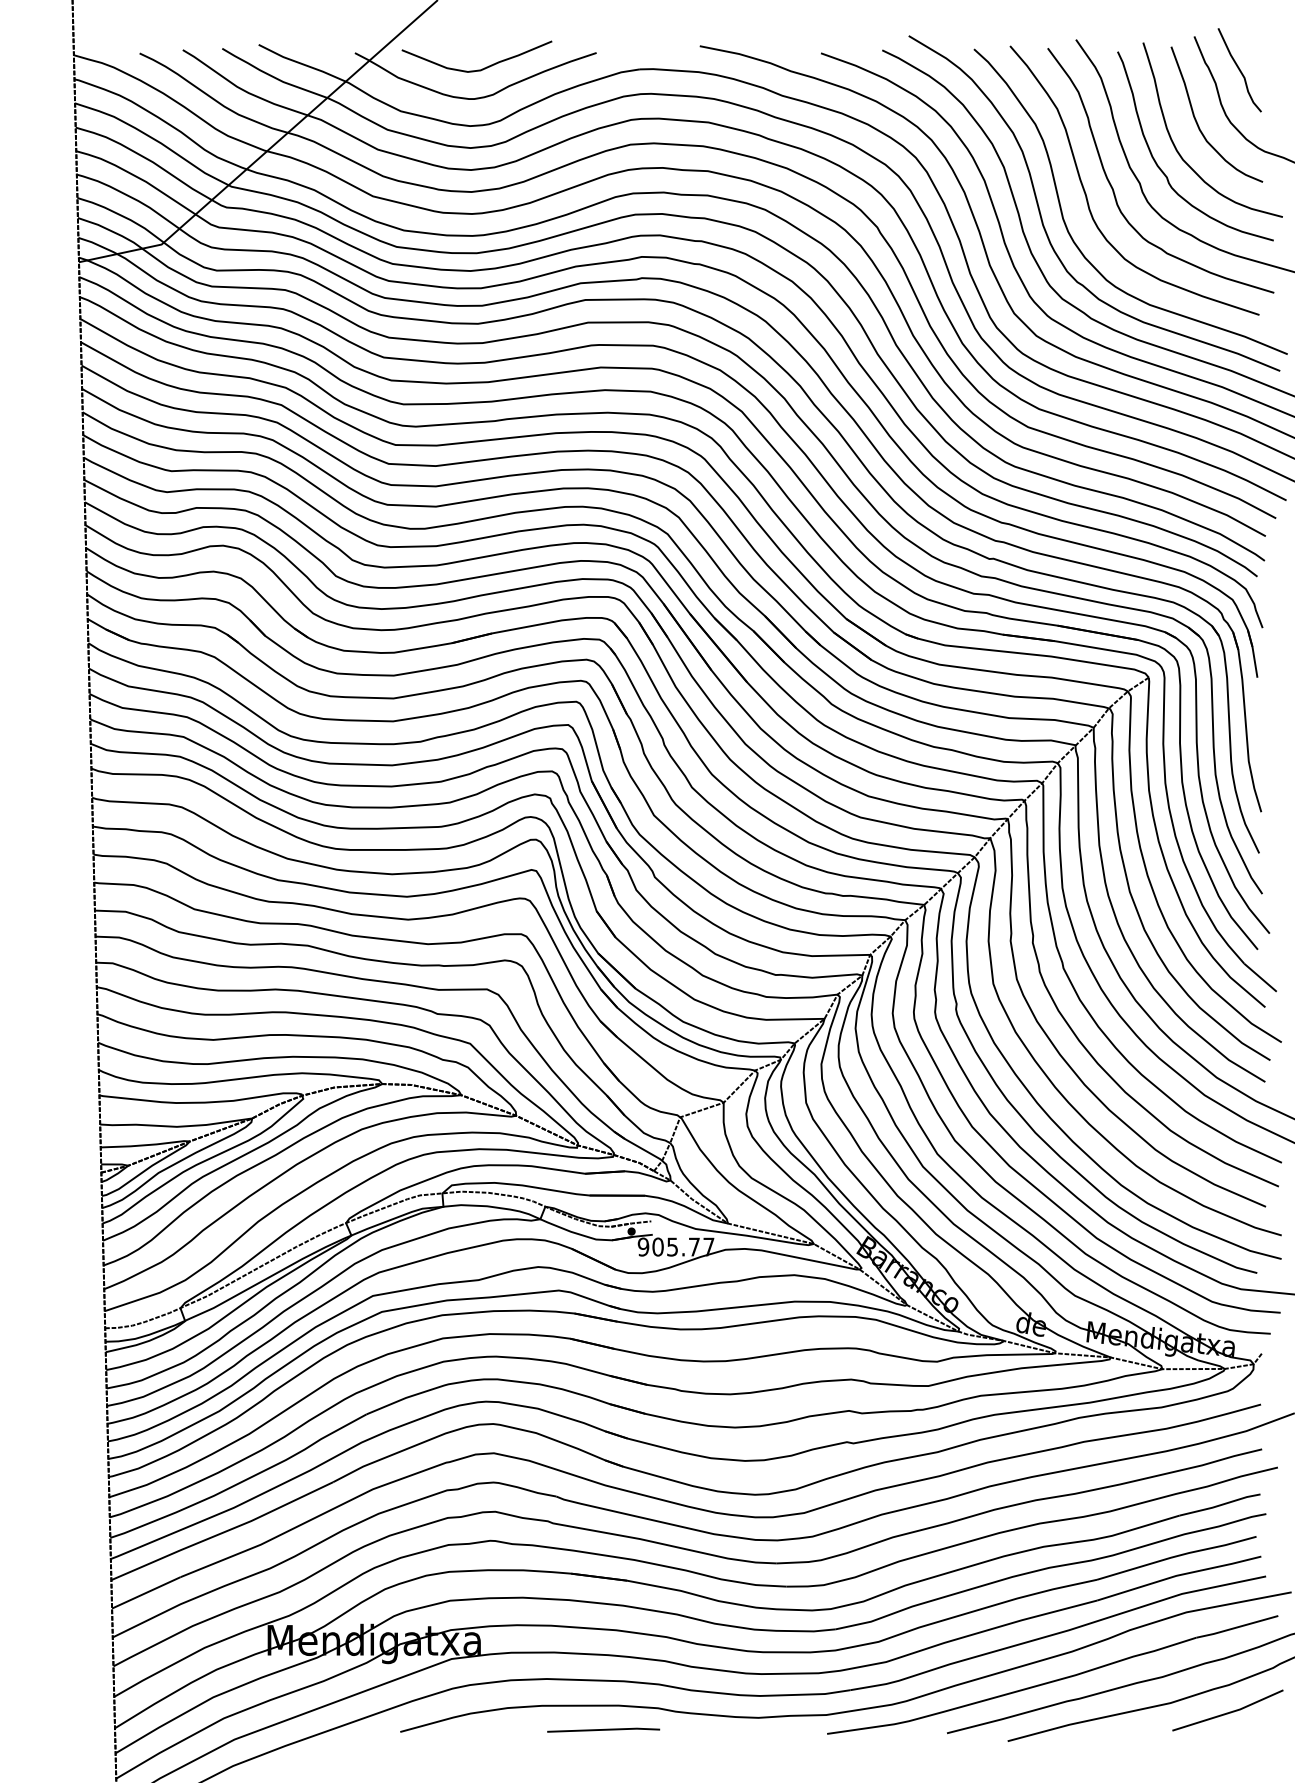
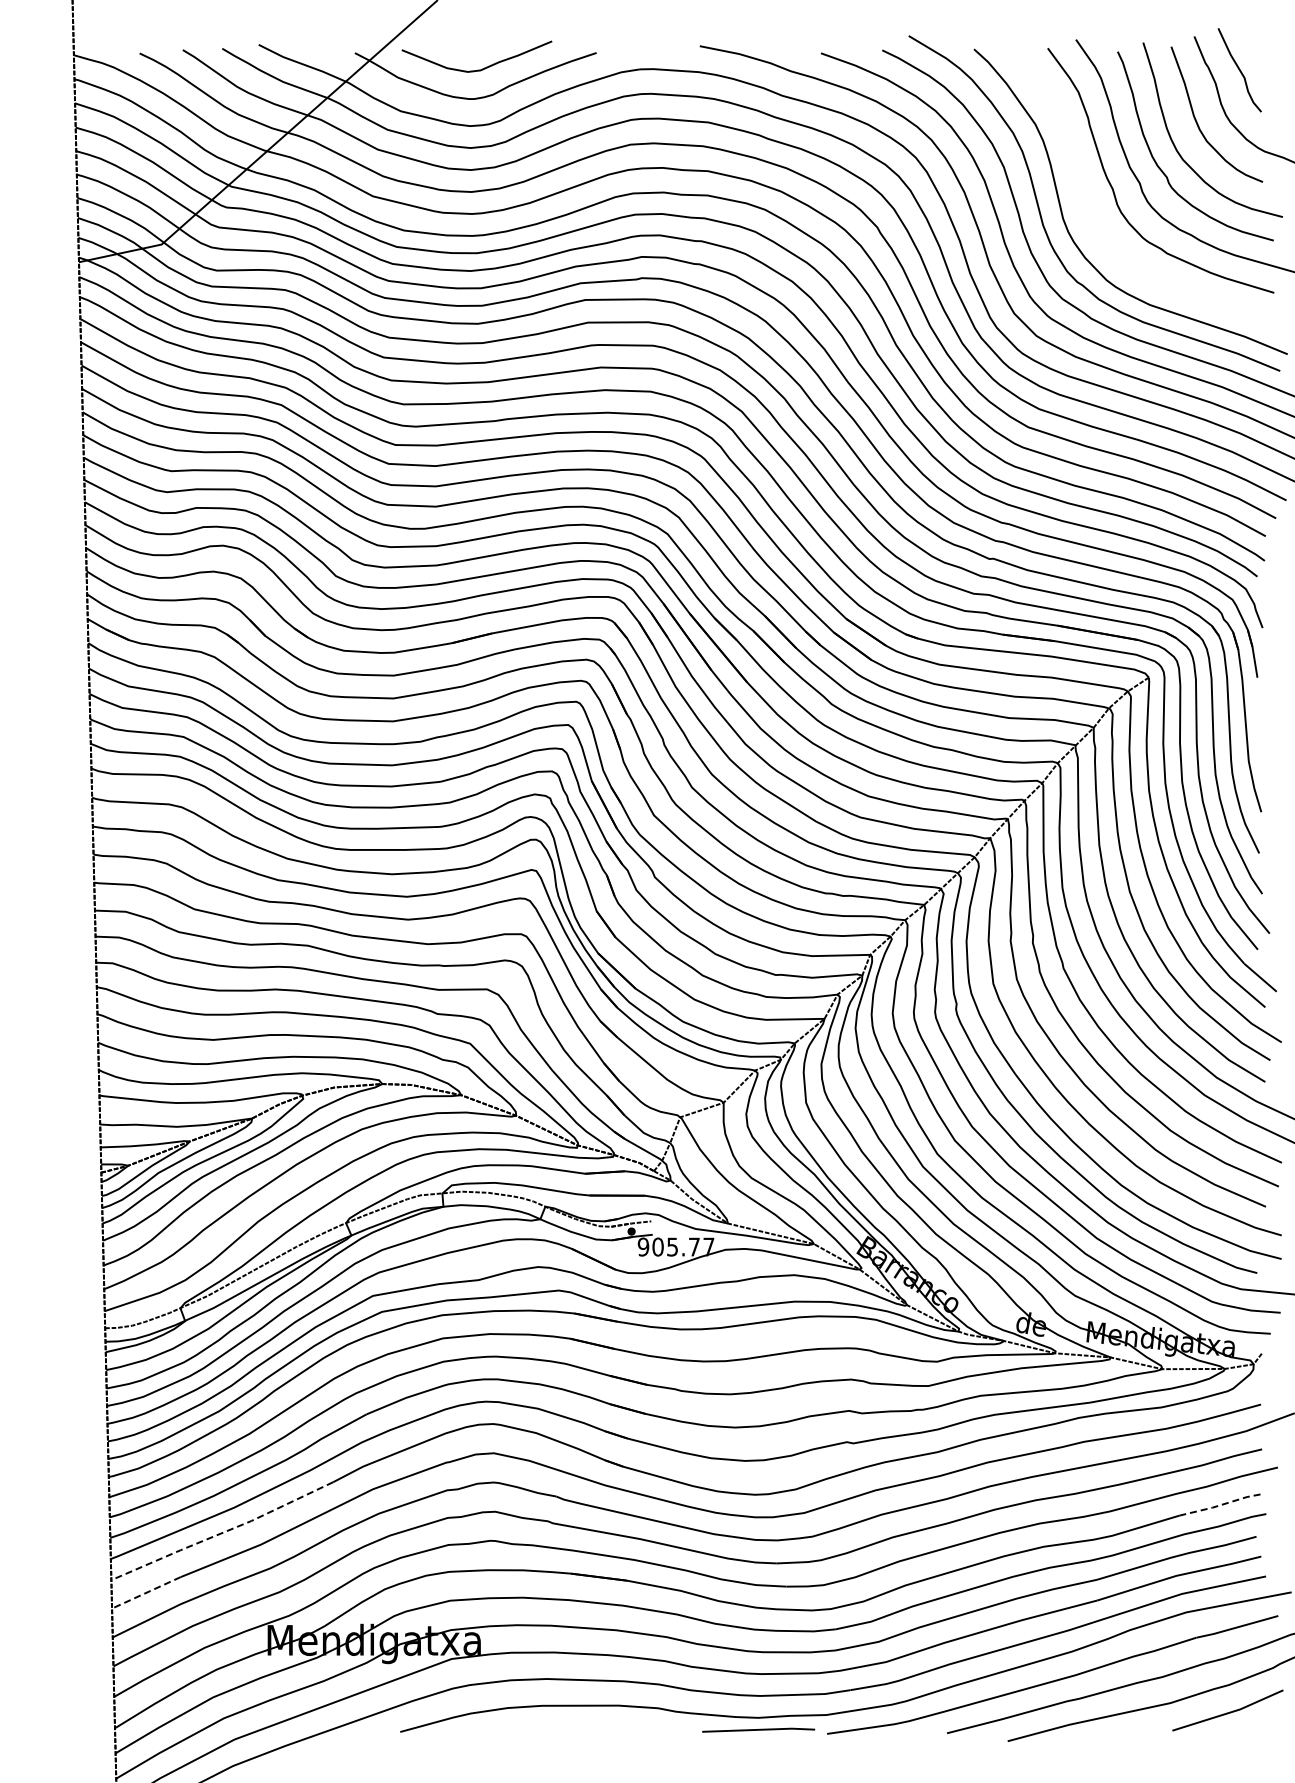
curve at (1087, 196): present -> none
line at (1219, 1505): solid -> dashed
line at (222, 1532): solid -> dashed
line at (146, 1592): solid -> dashed
line at (603, 1729) position: (603, 1729) -> (758, 1729)
